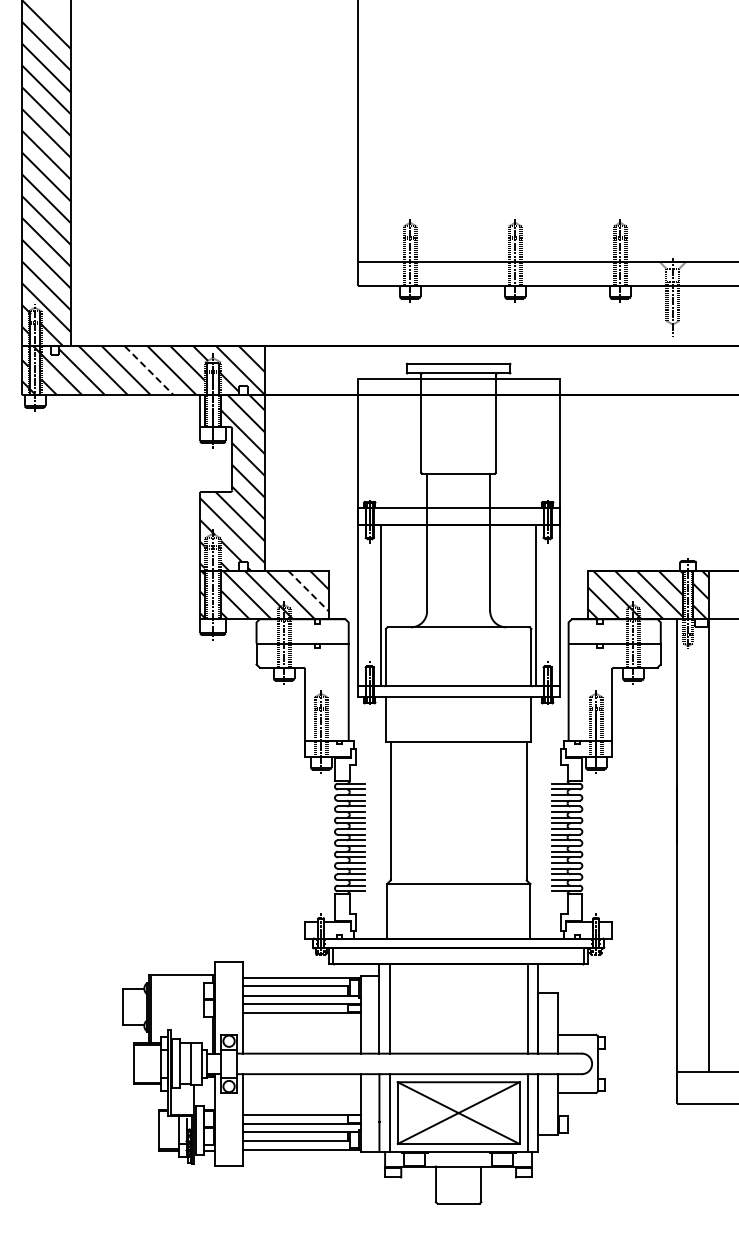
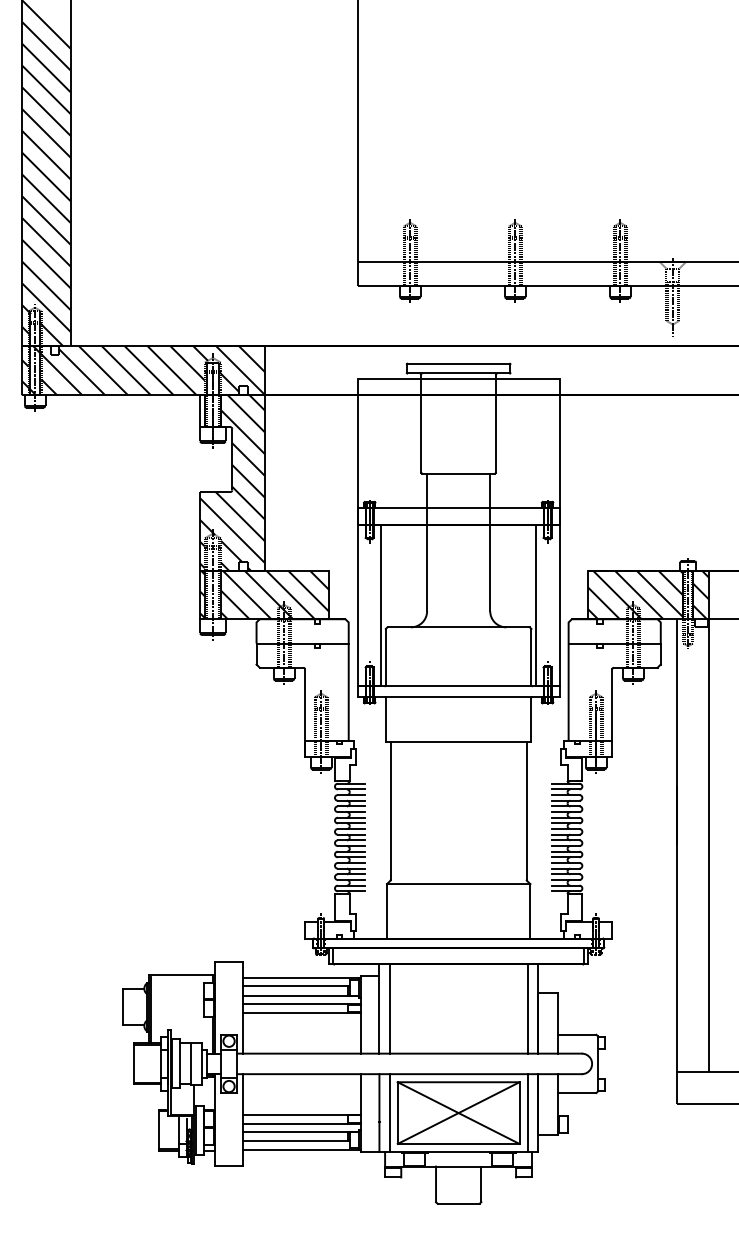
line at (149, 371): dashed -> solid
line at (309, 591): dashed -> solid
